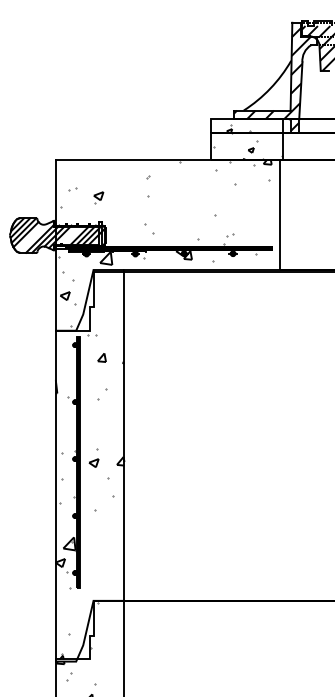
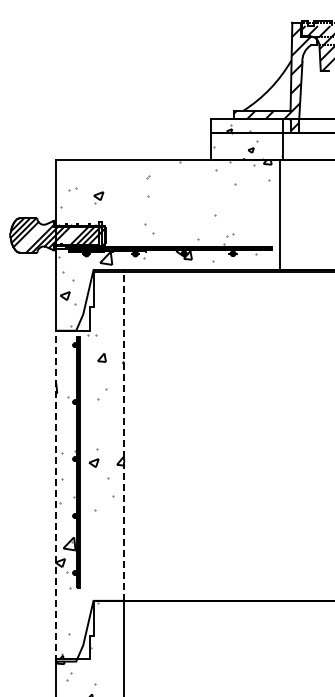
line at (124, 436): solid -> dashed
line at (55, 495): solid -> dashed
